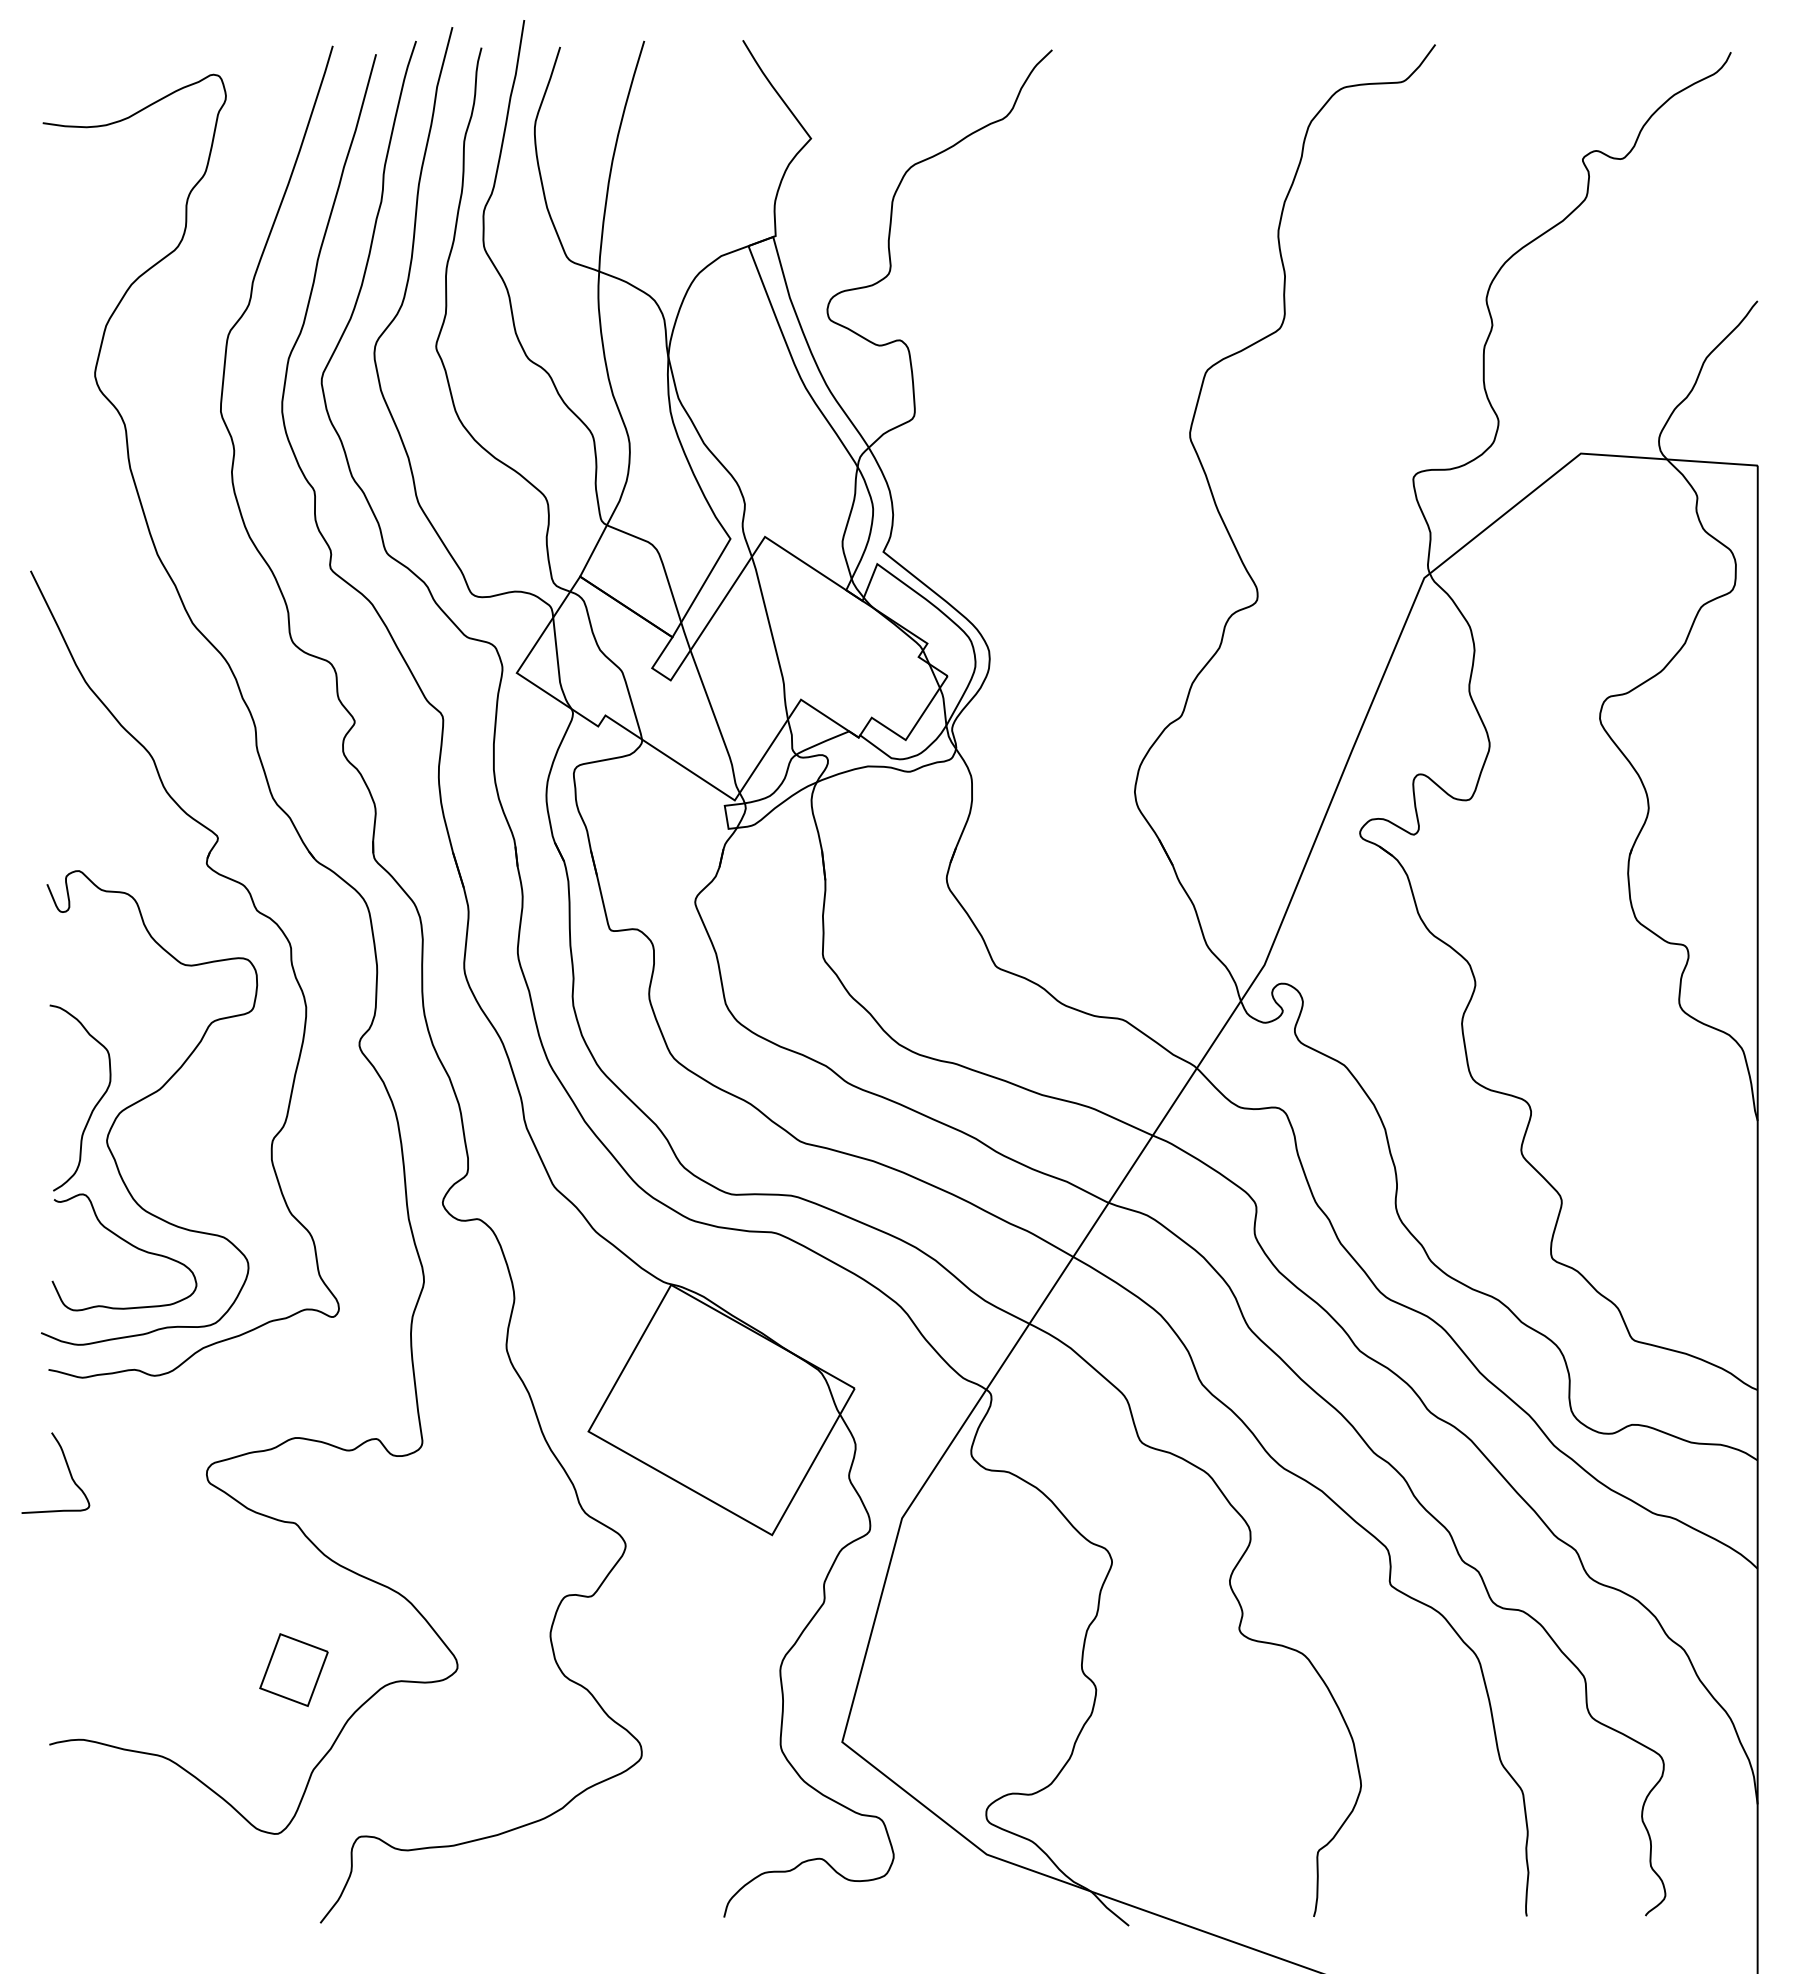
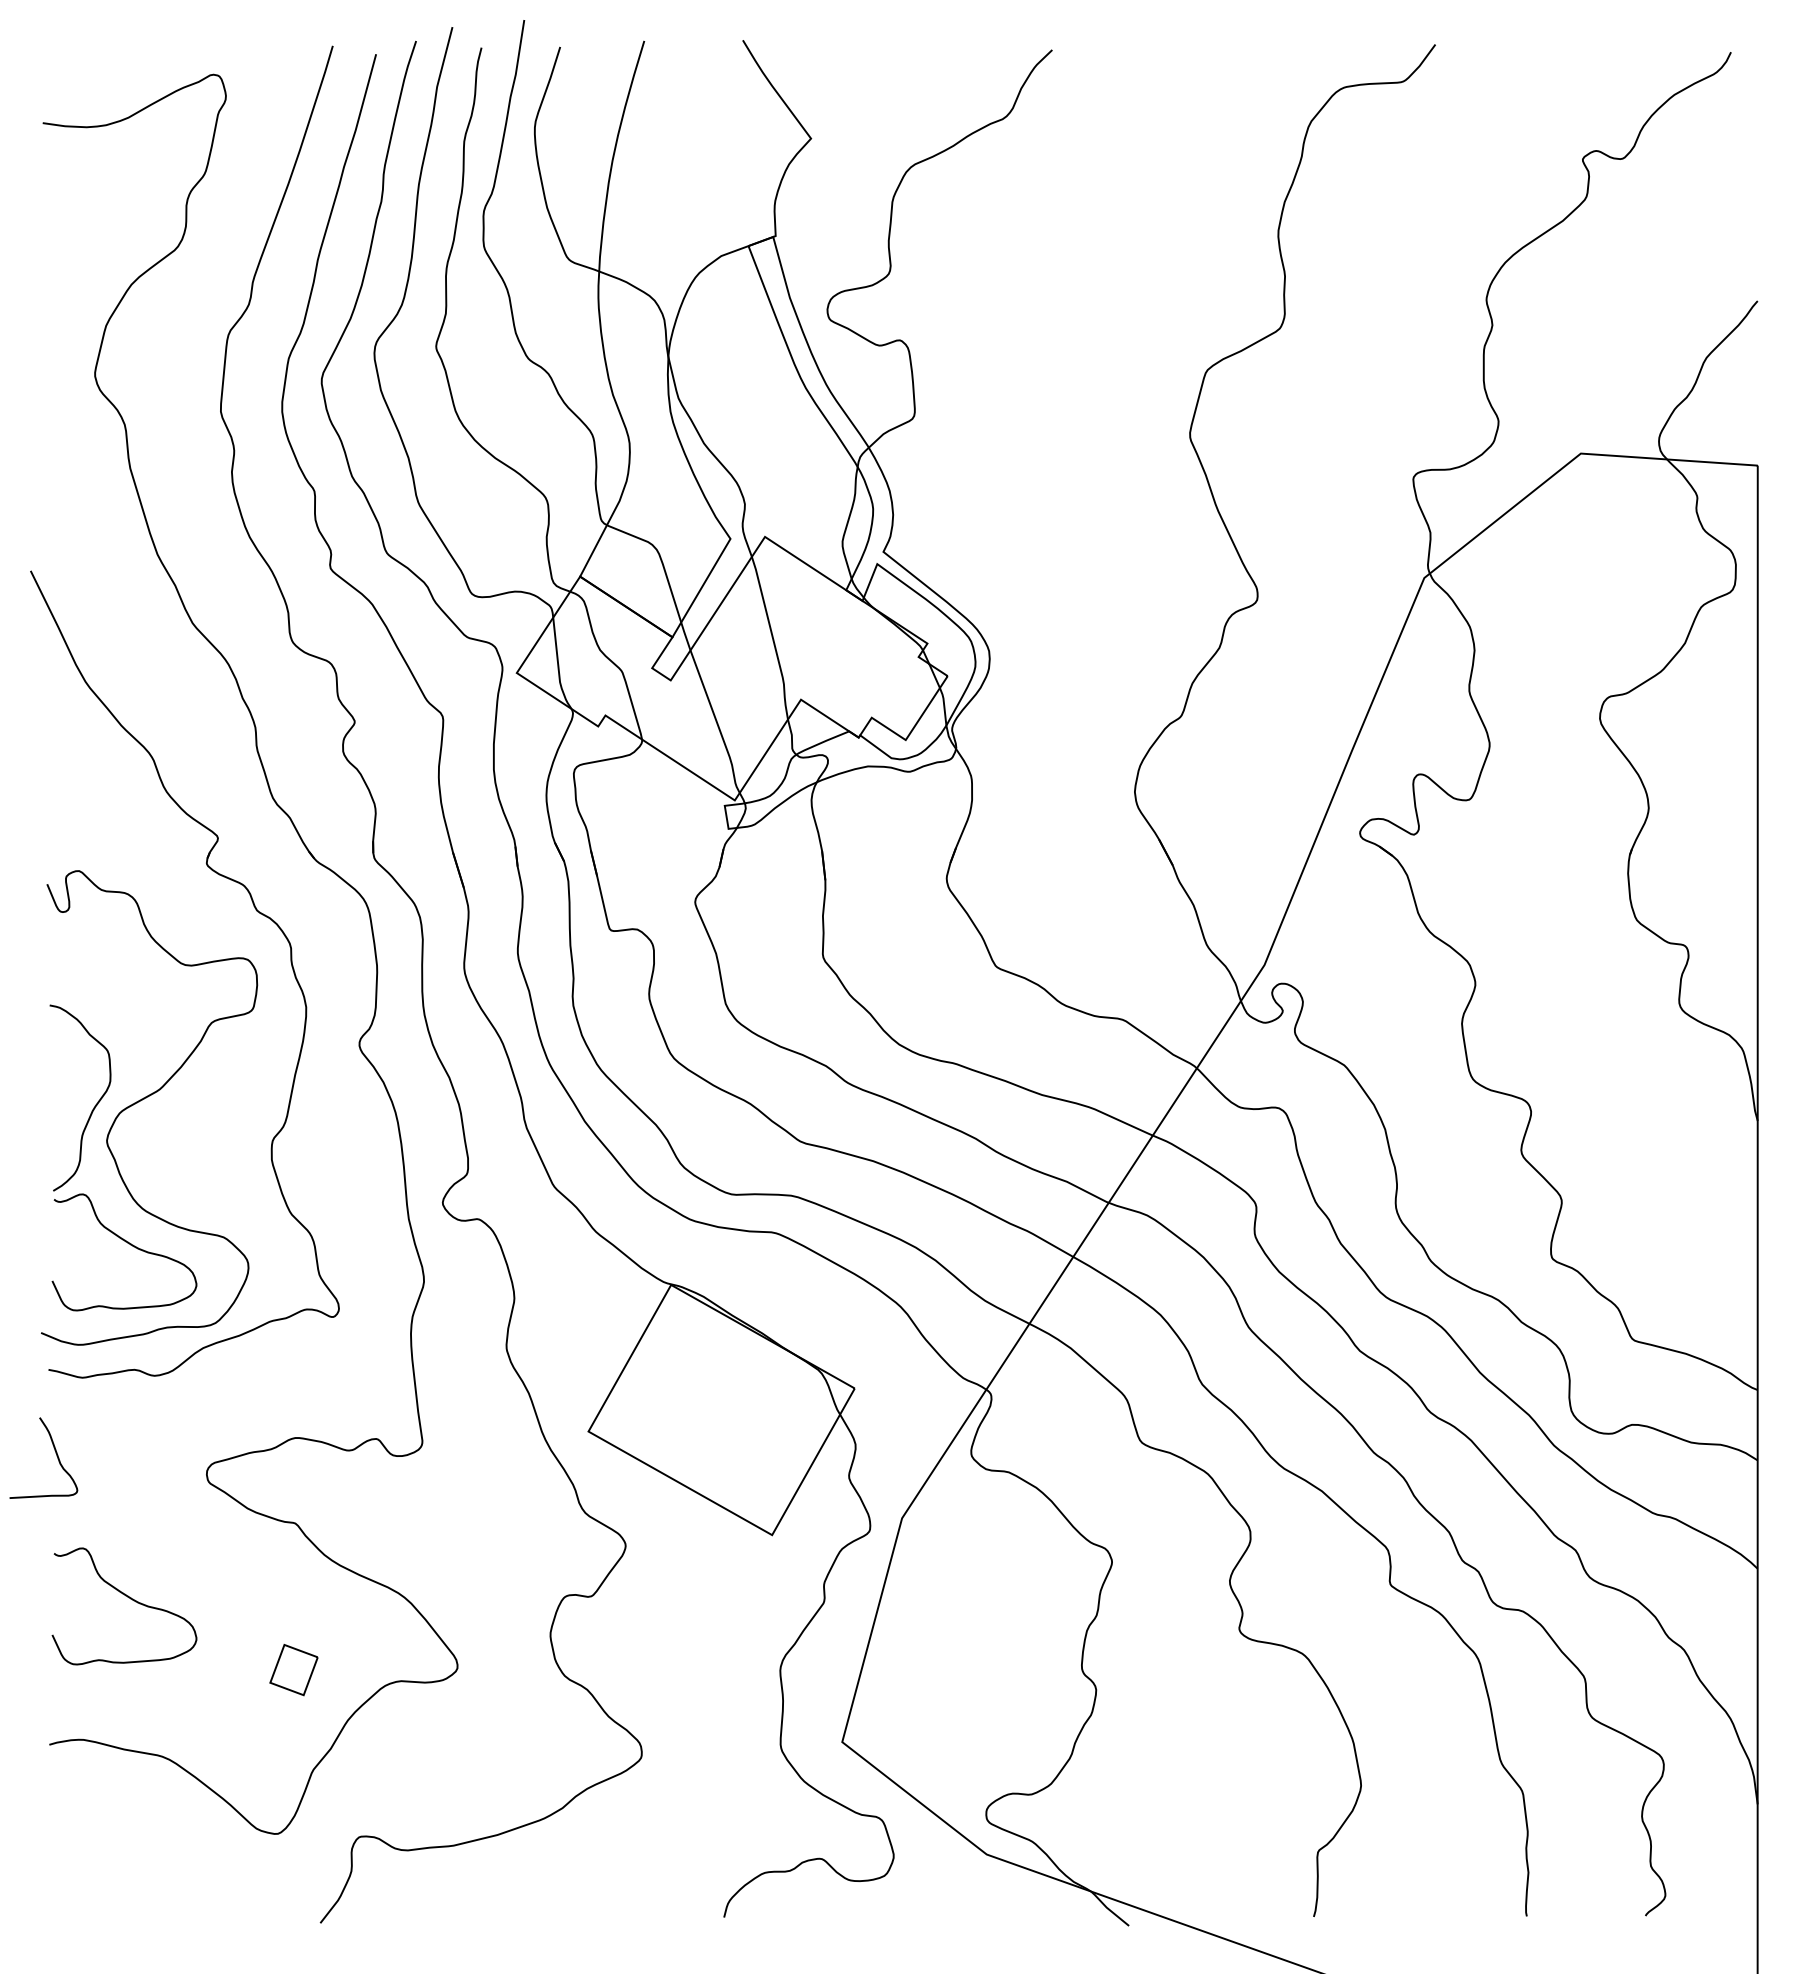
curve at (67, 1468) position: (67, 1468) -> (55, 1453)
curve at (130, 1599): none -> present
part at (293, 1669) size: 70x74 px -> 50x53 px
